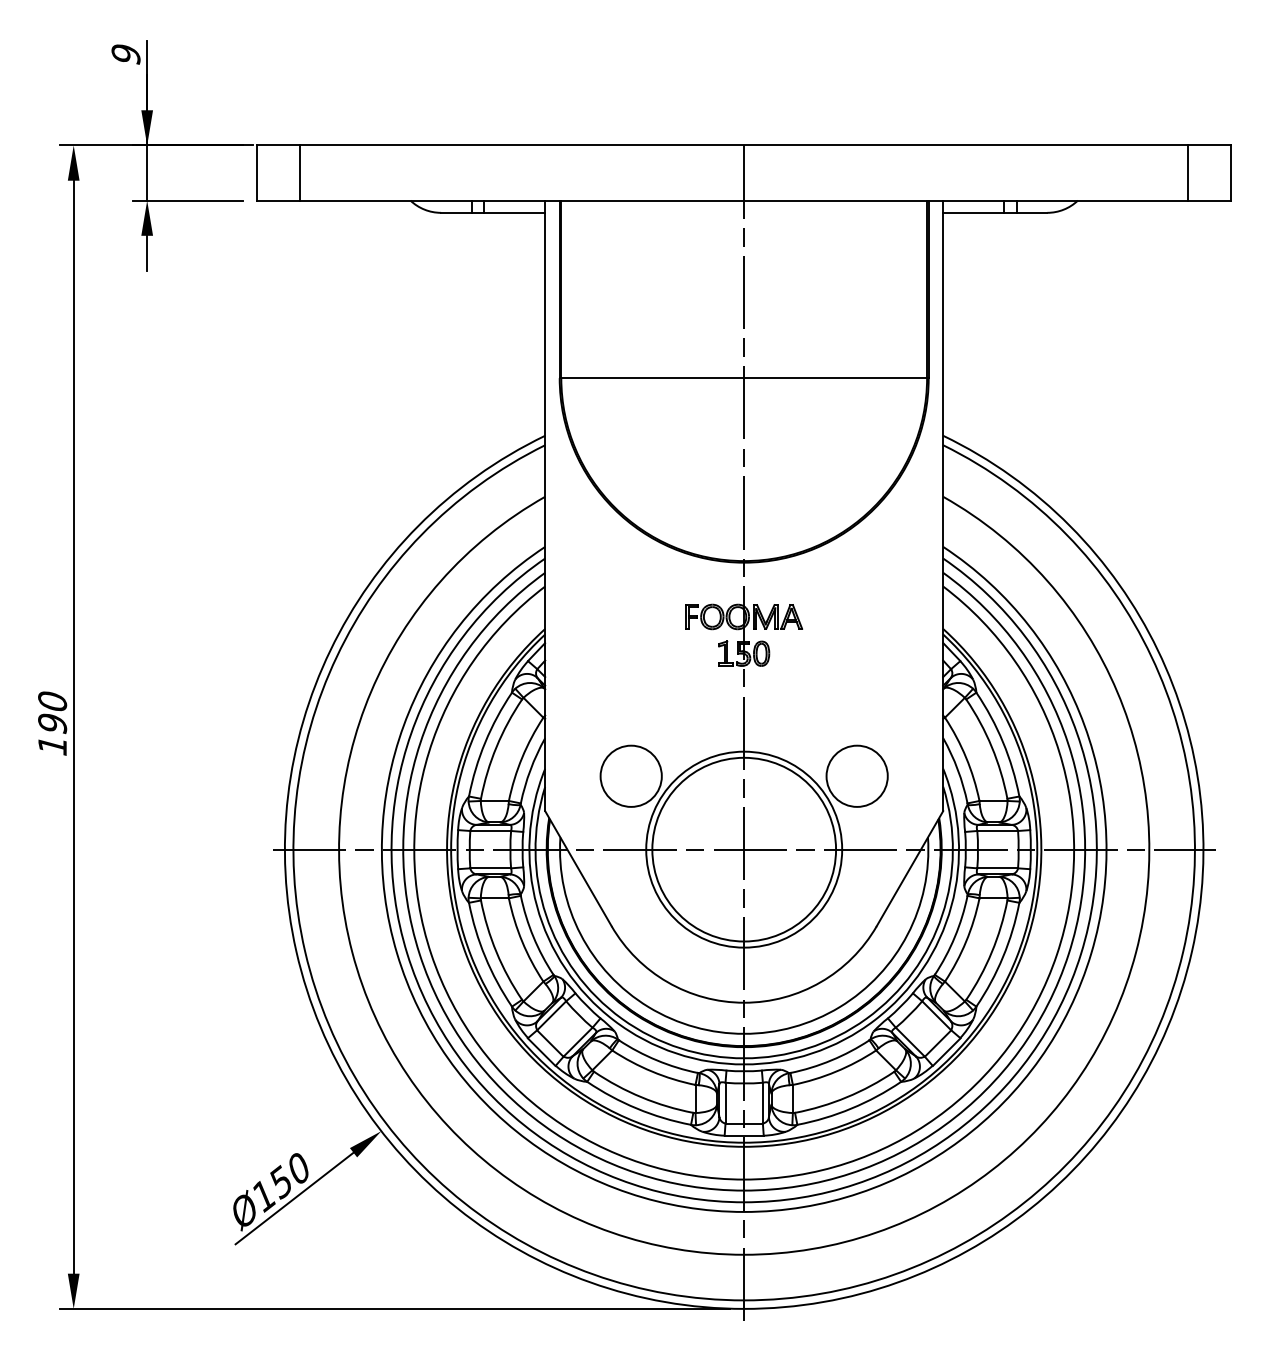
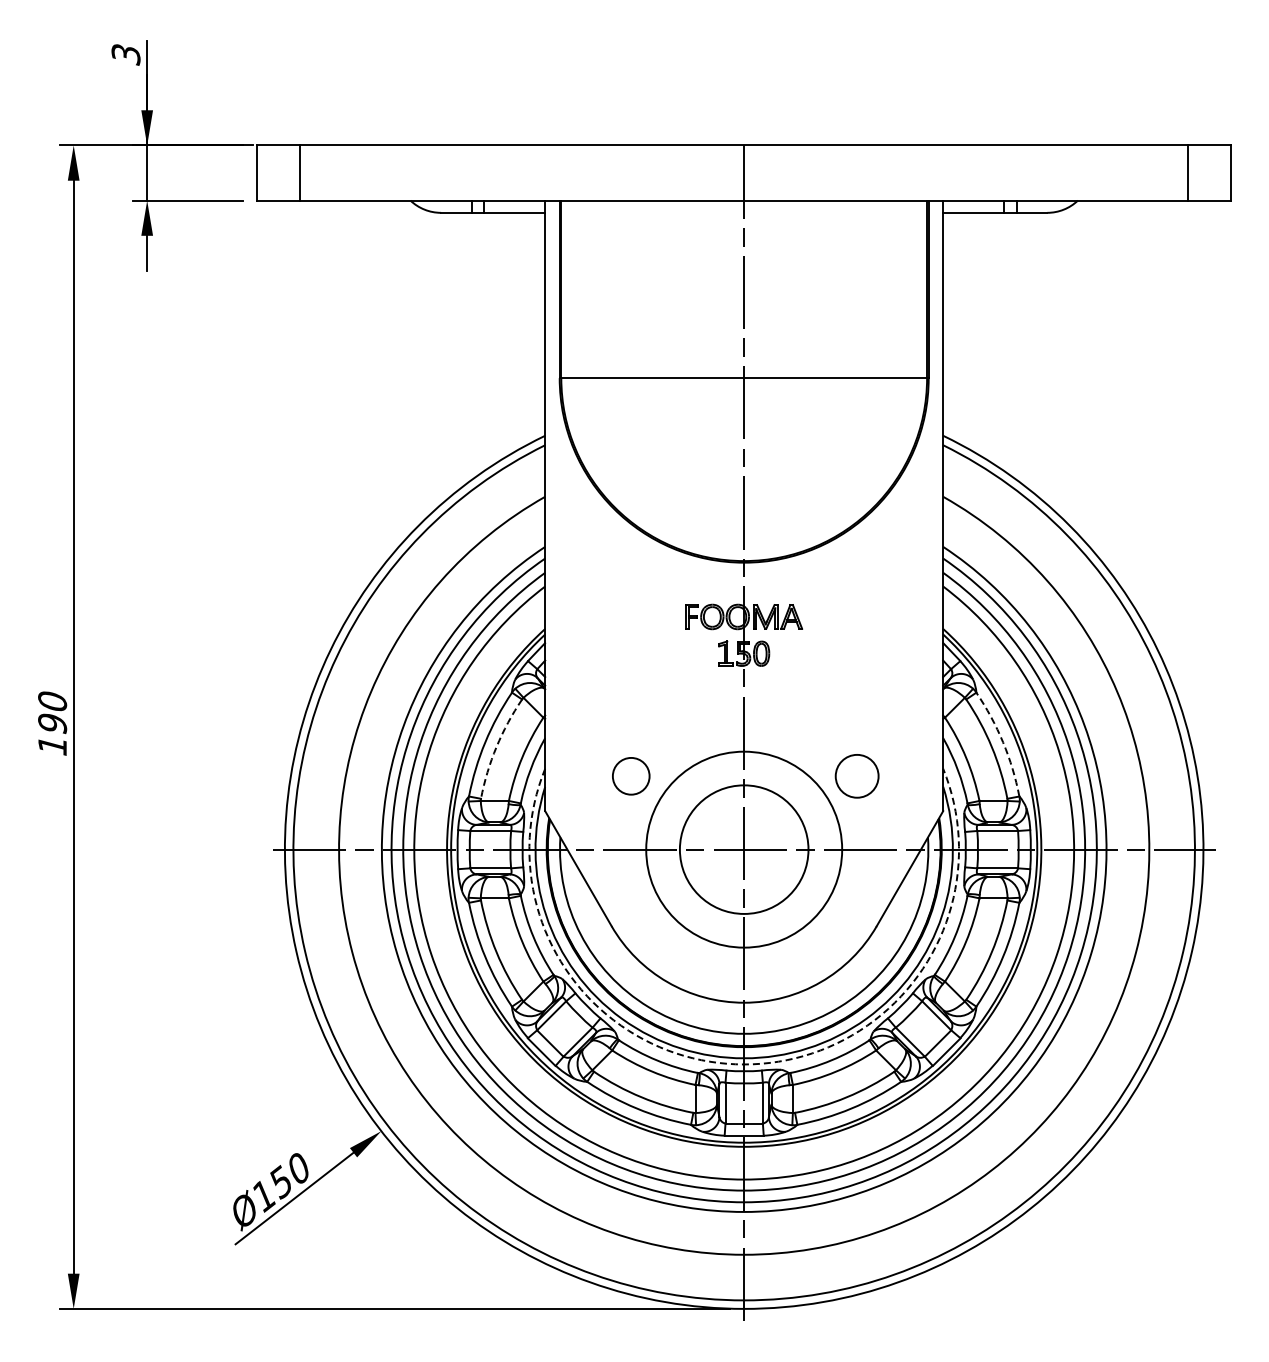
text at (125, 54): 9 -> 3
arc at (1003, 742): solid -> dashed
arc at (496, 747): solid -> dashed
circle at (630, 775) diameter: 61 px -> 37 px
circle at (856, 775) diameter: 61 px -> 43 px
circle at (744, 849) diameter: 184 px -> 129 px
arc at (744, 1064): solid -> dashed
